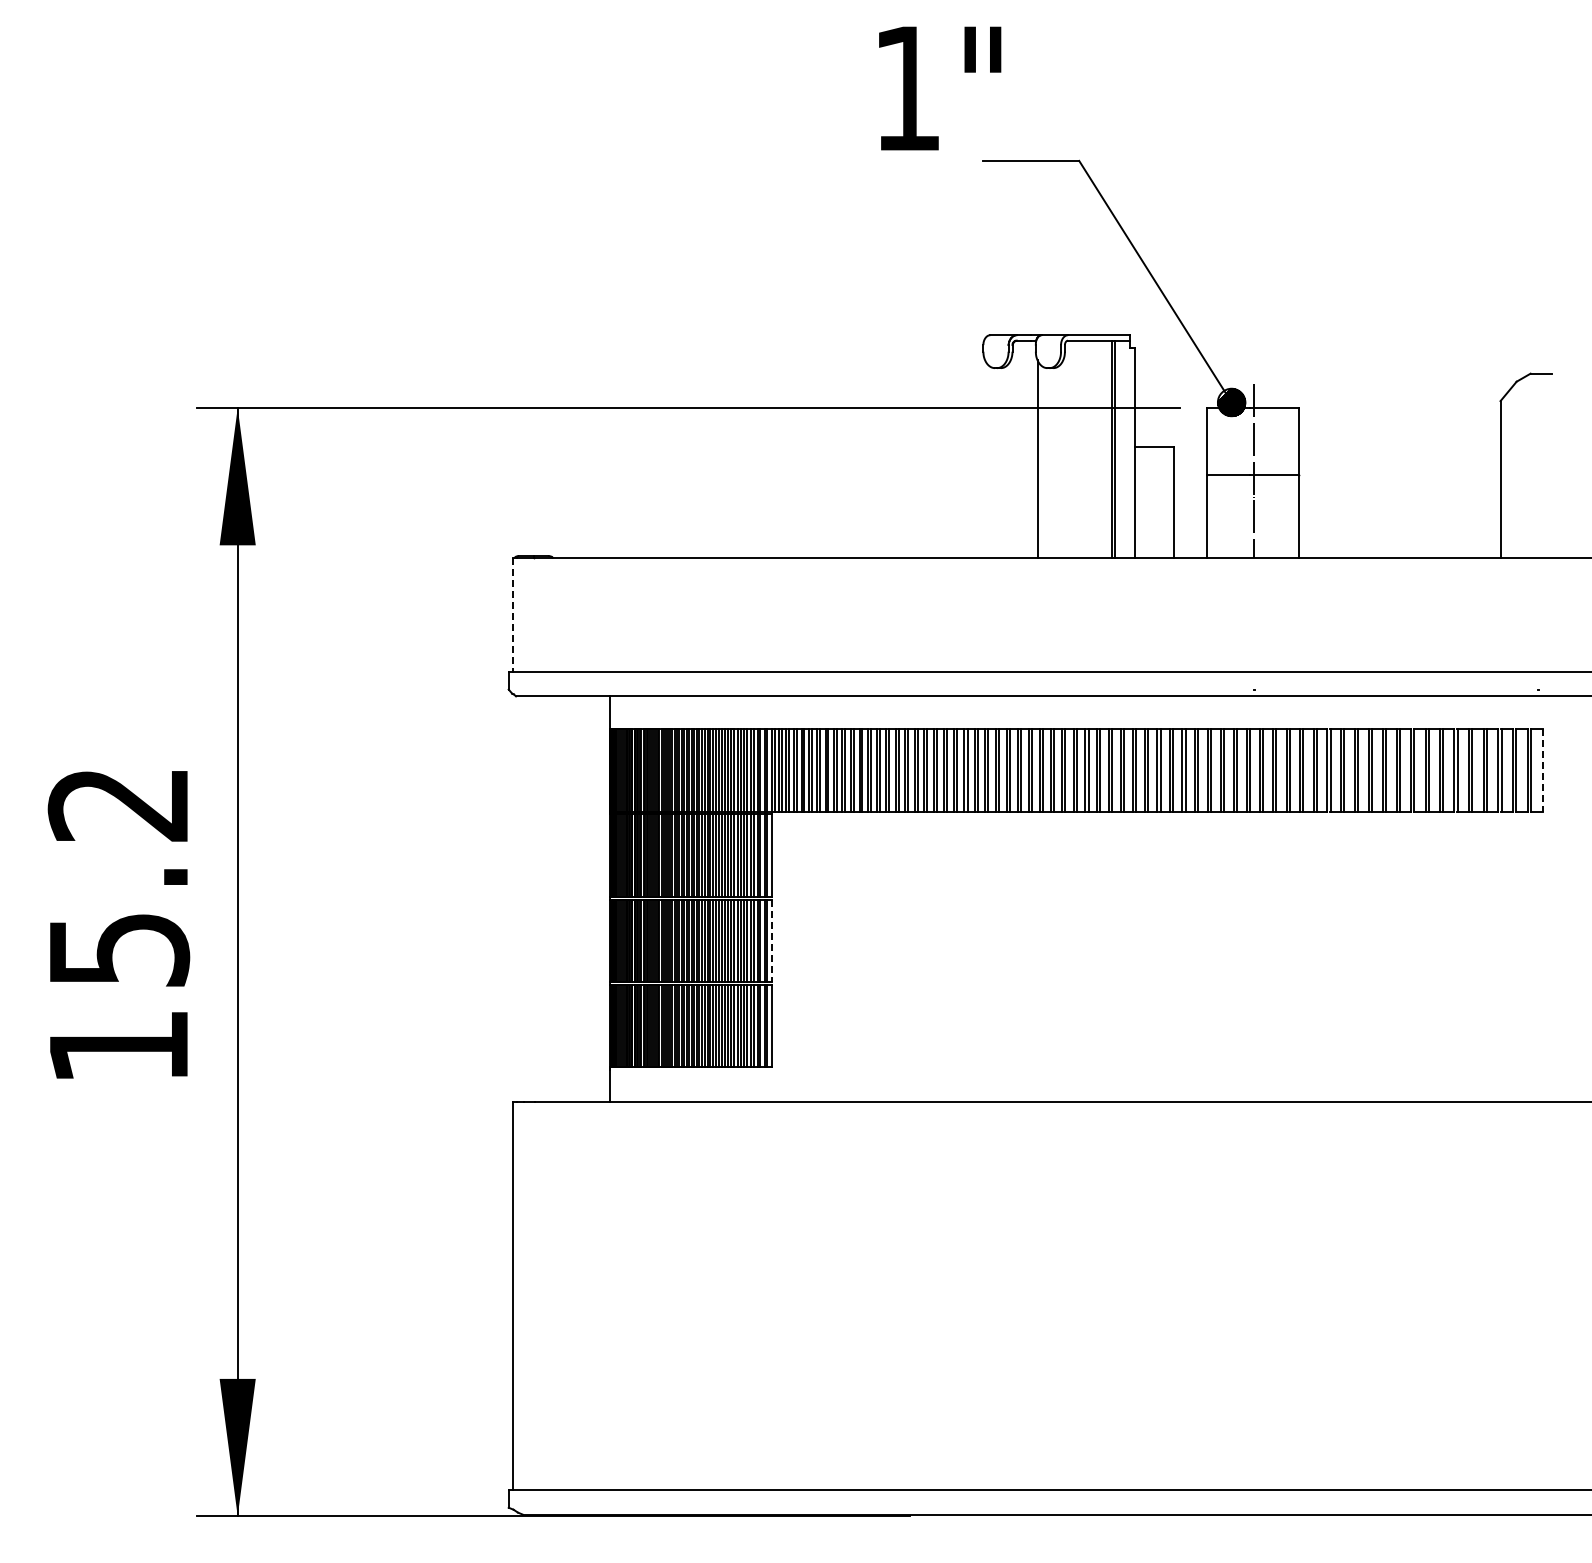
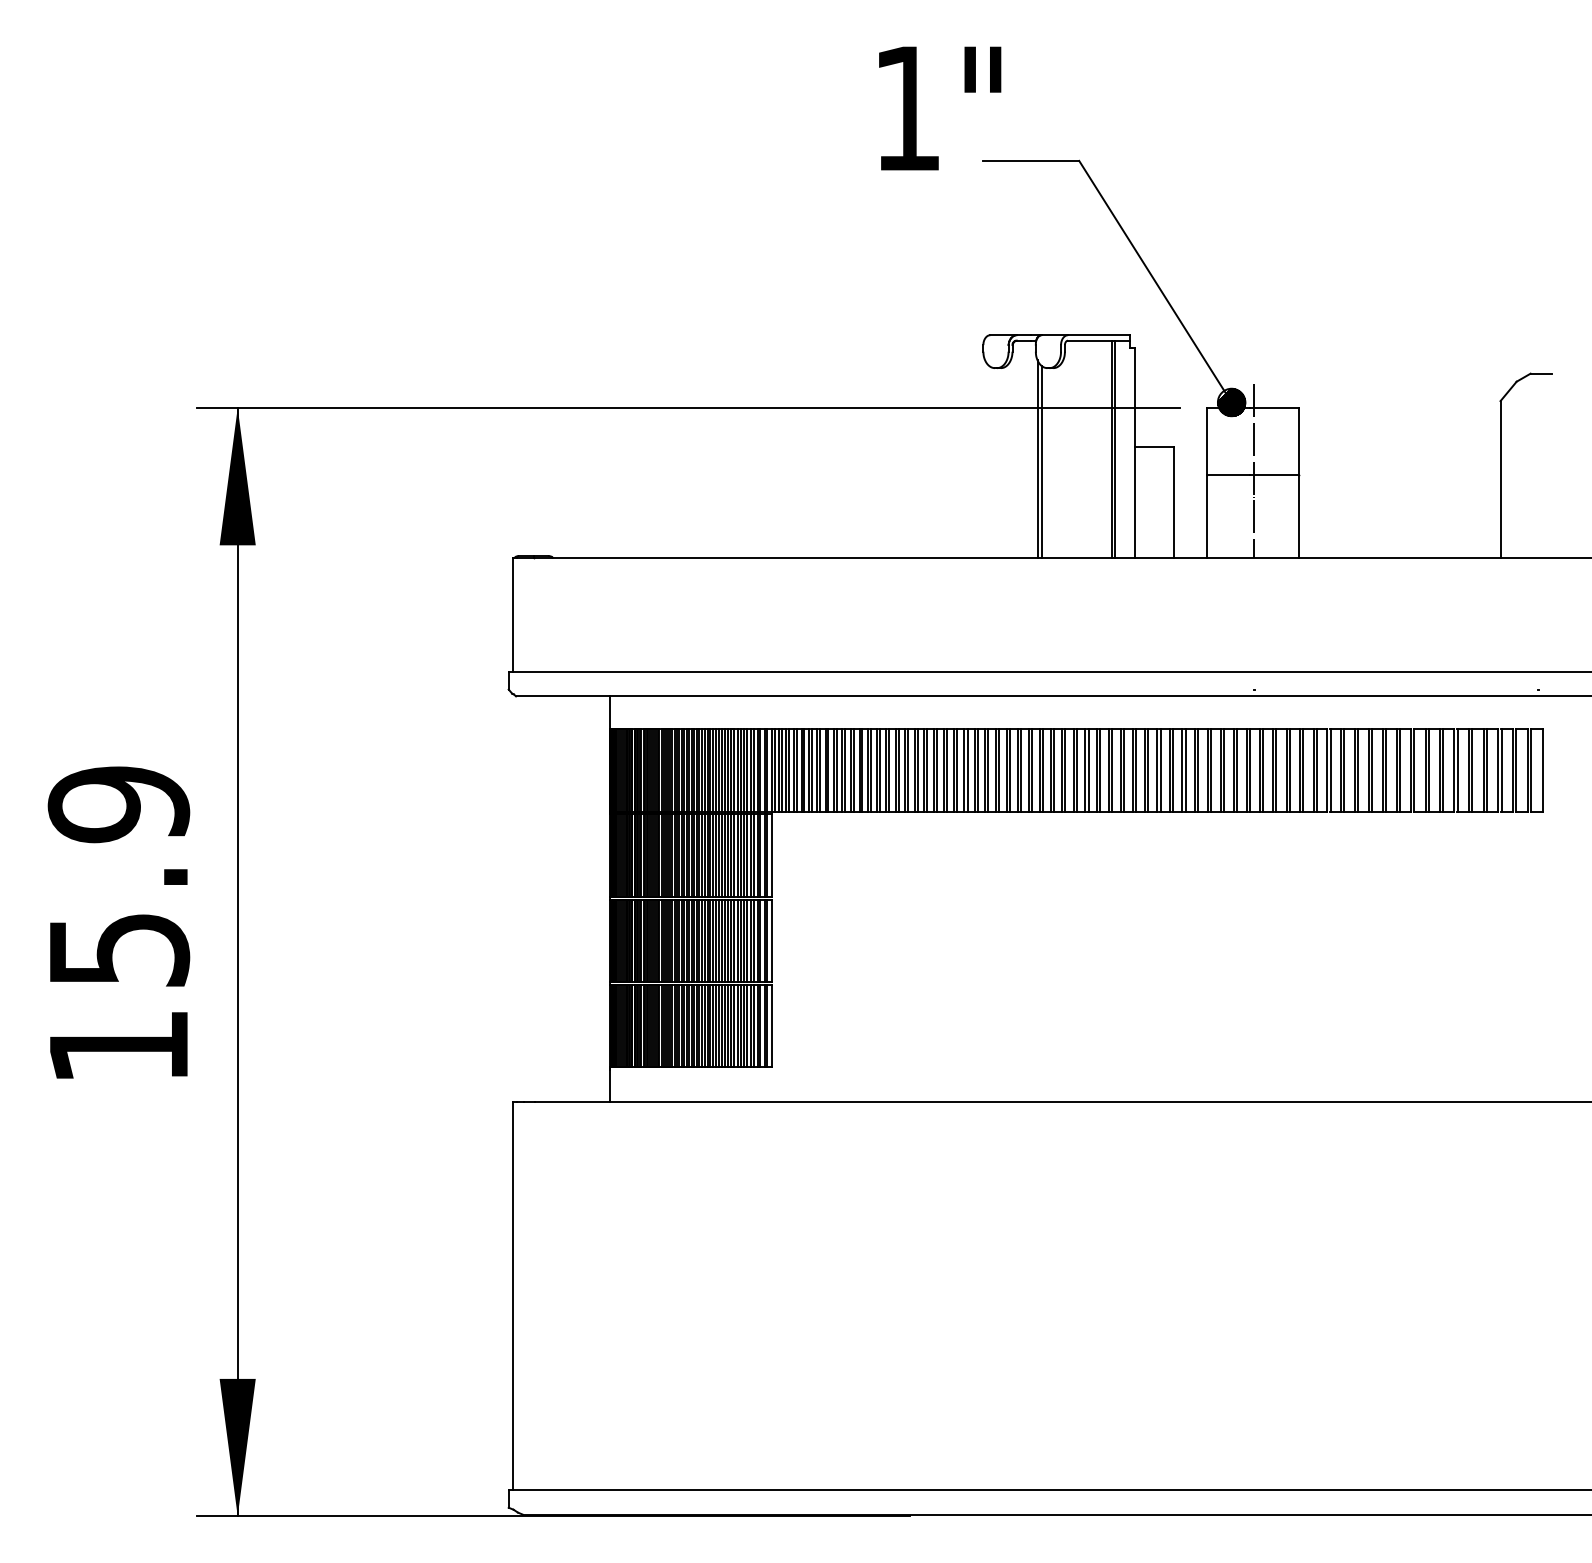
text at (940, 88) position: (940, 88) -> (940, 108)
line at (1041, 461): none -> present
line at (512, 614): dashed -> solid
line at (1542, 771): dashed -> solid
text at (118, 804): 15.2 -> 15.9
line at (771, 941): dashed -> solid
